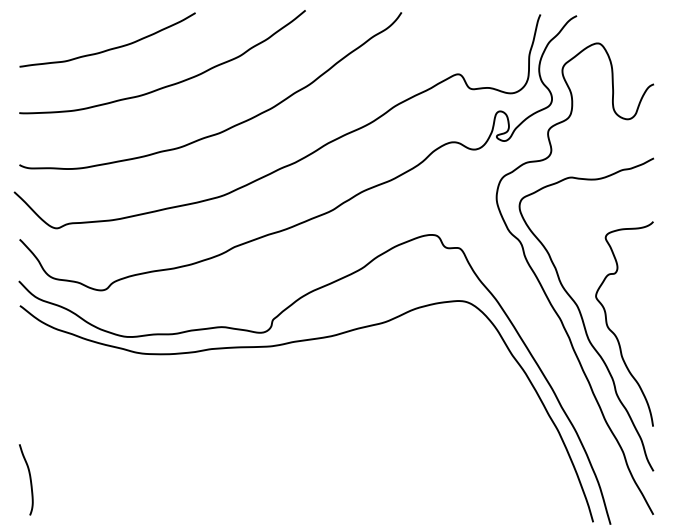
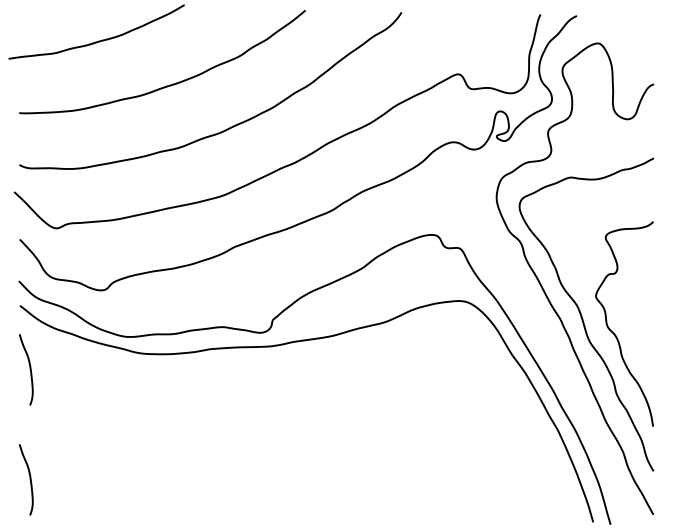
curve at (109, 48) position: (109, 48) -> (98, 40)
curve at (29, 369): none -> present
